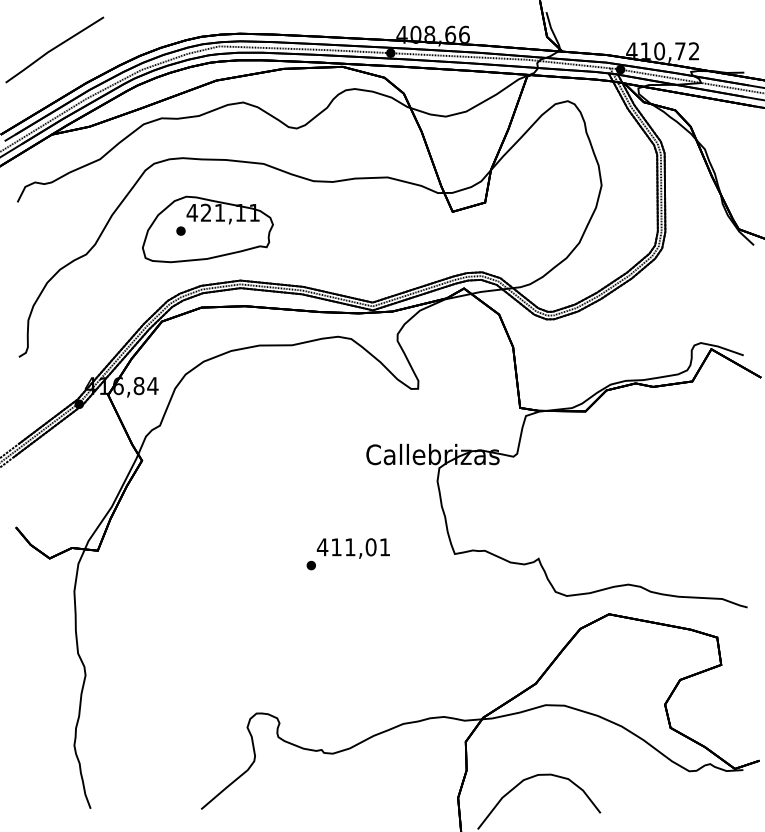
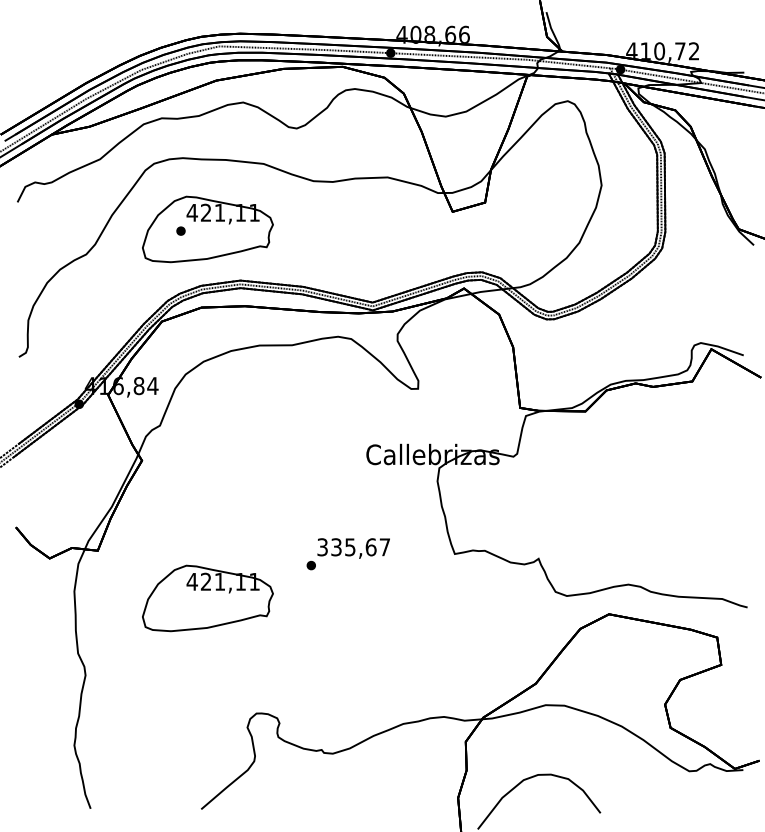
part at (54, 49): present -> none
text at (352, 547): 411,01 -> 335,67
part at (207, 598): none -> present
